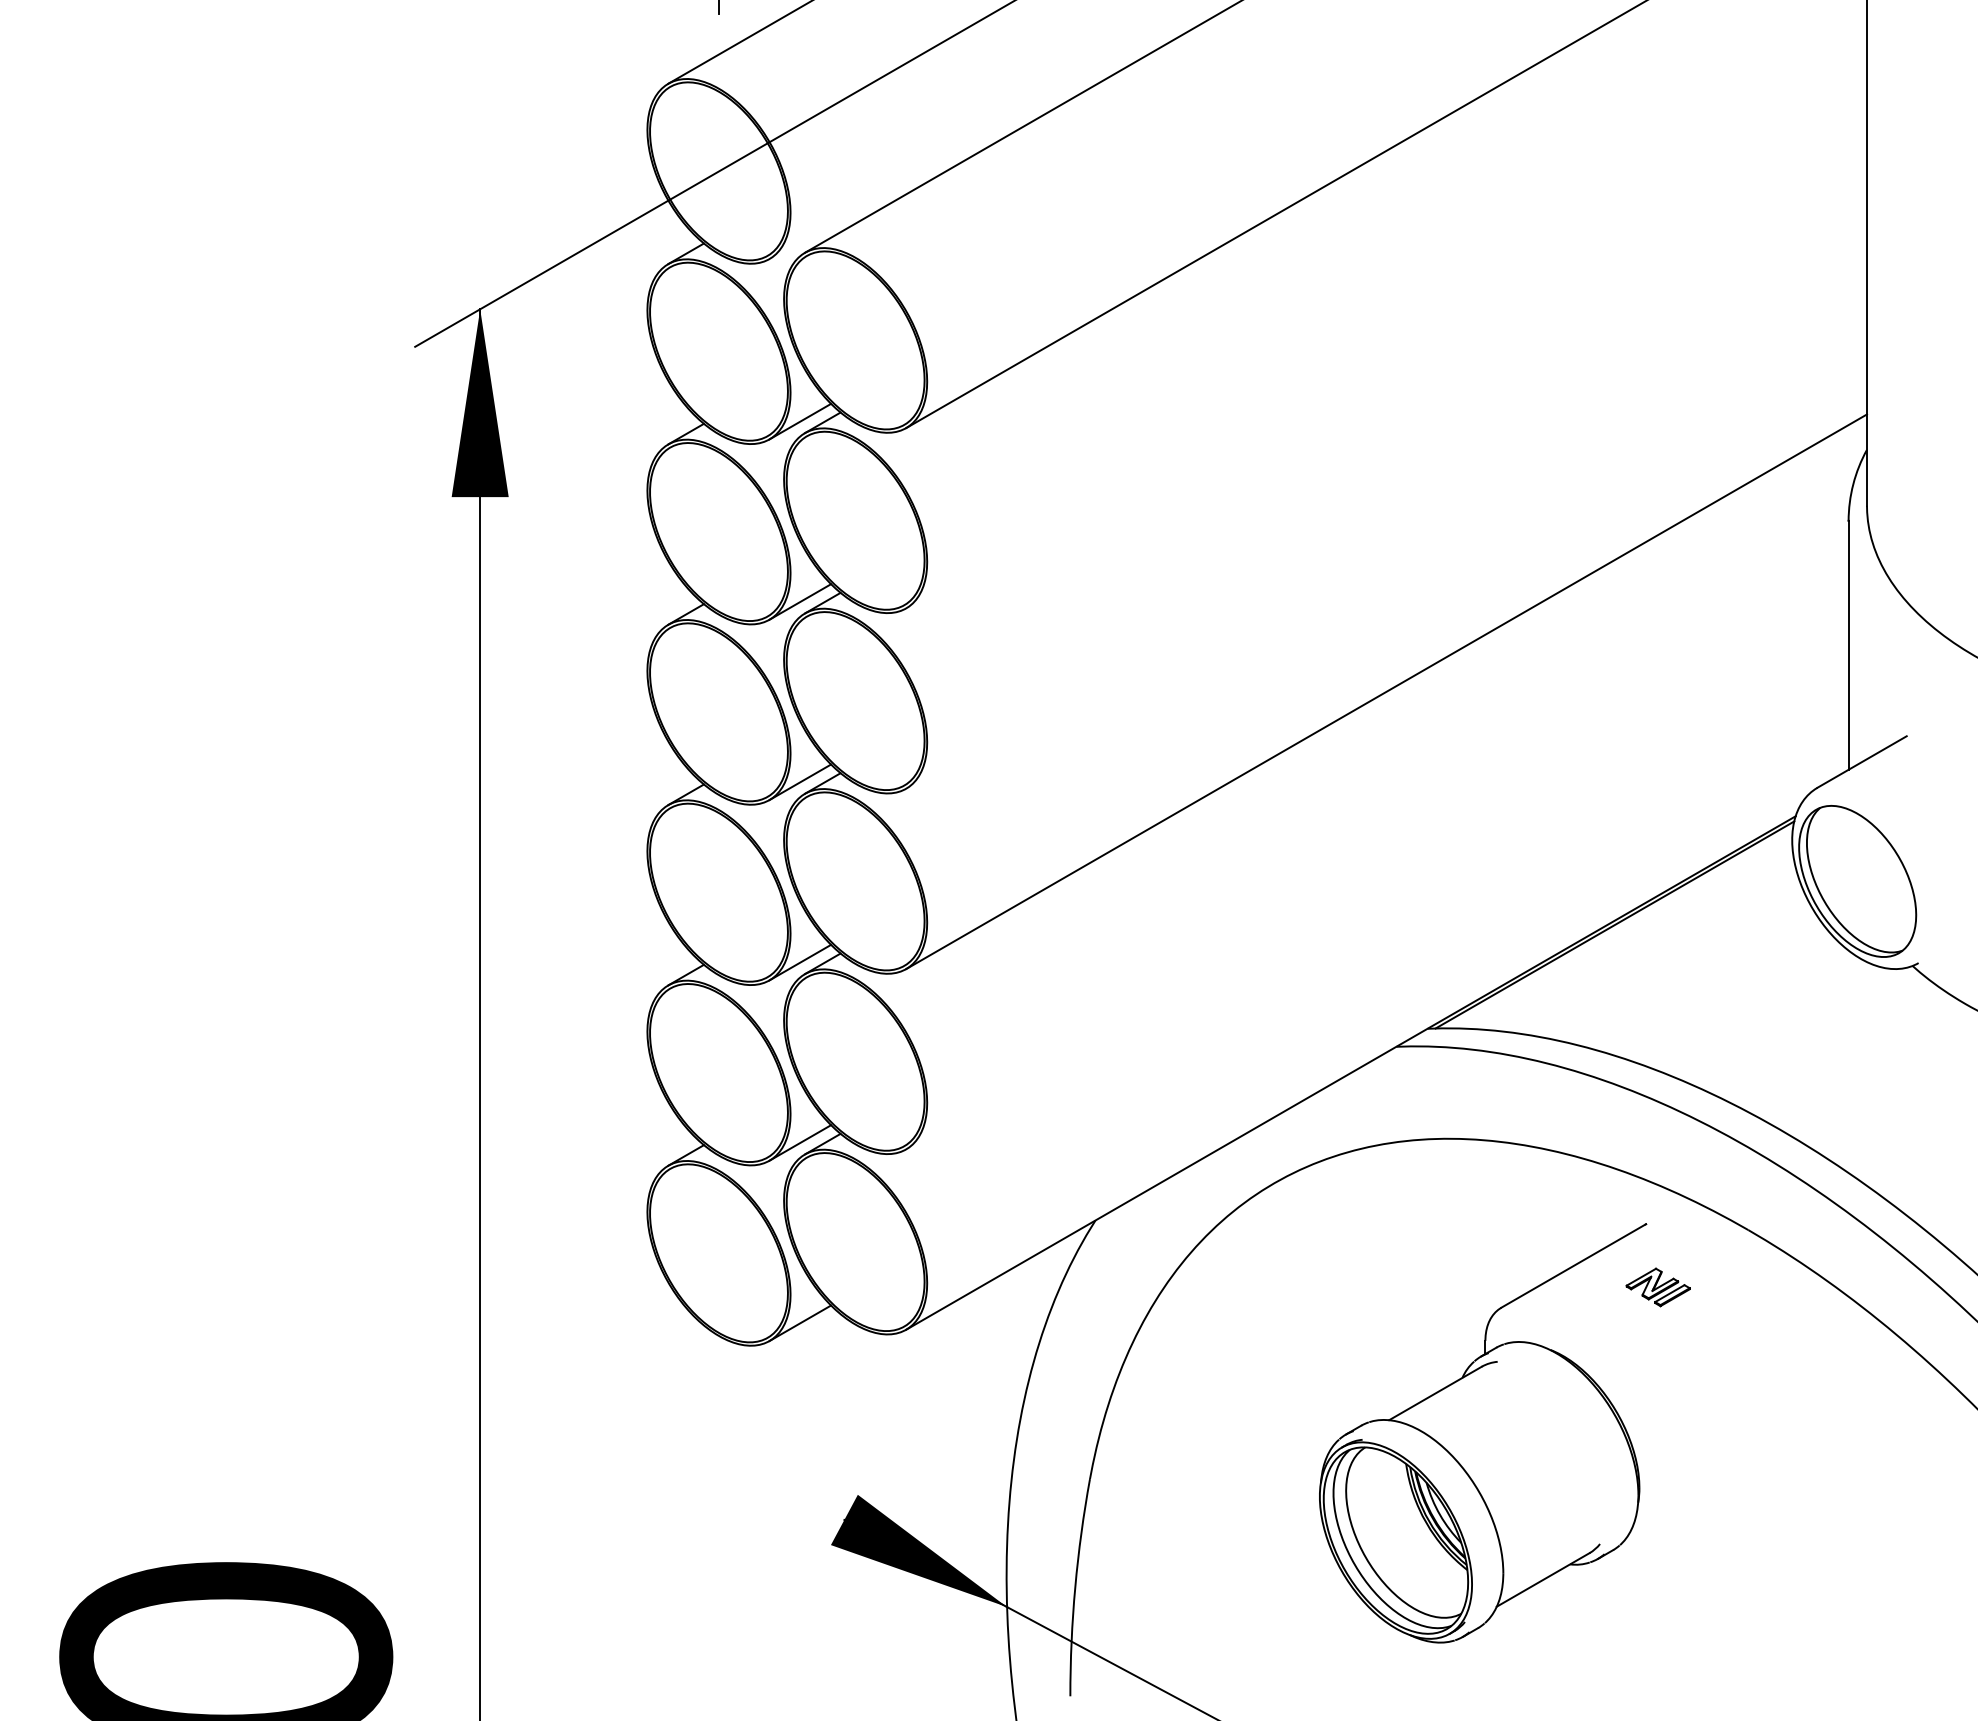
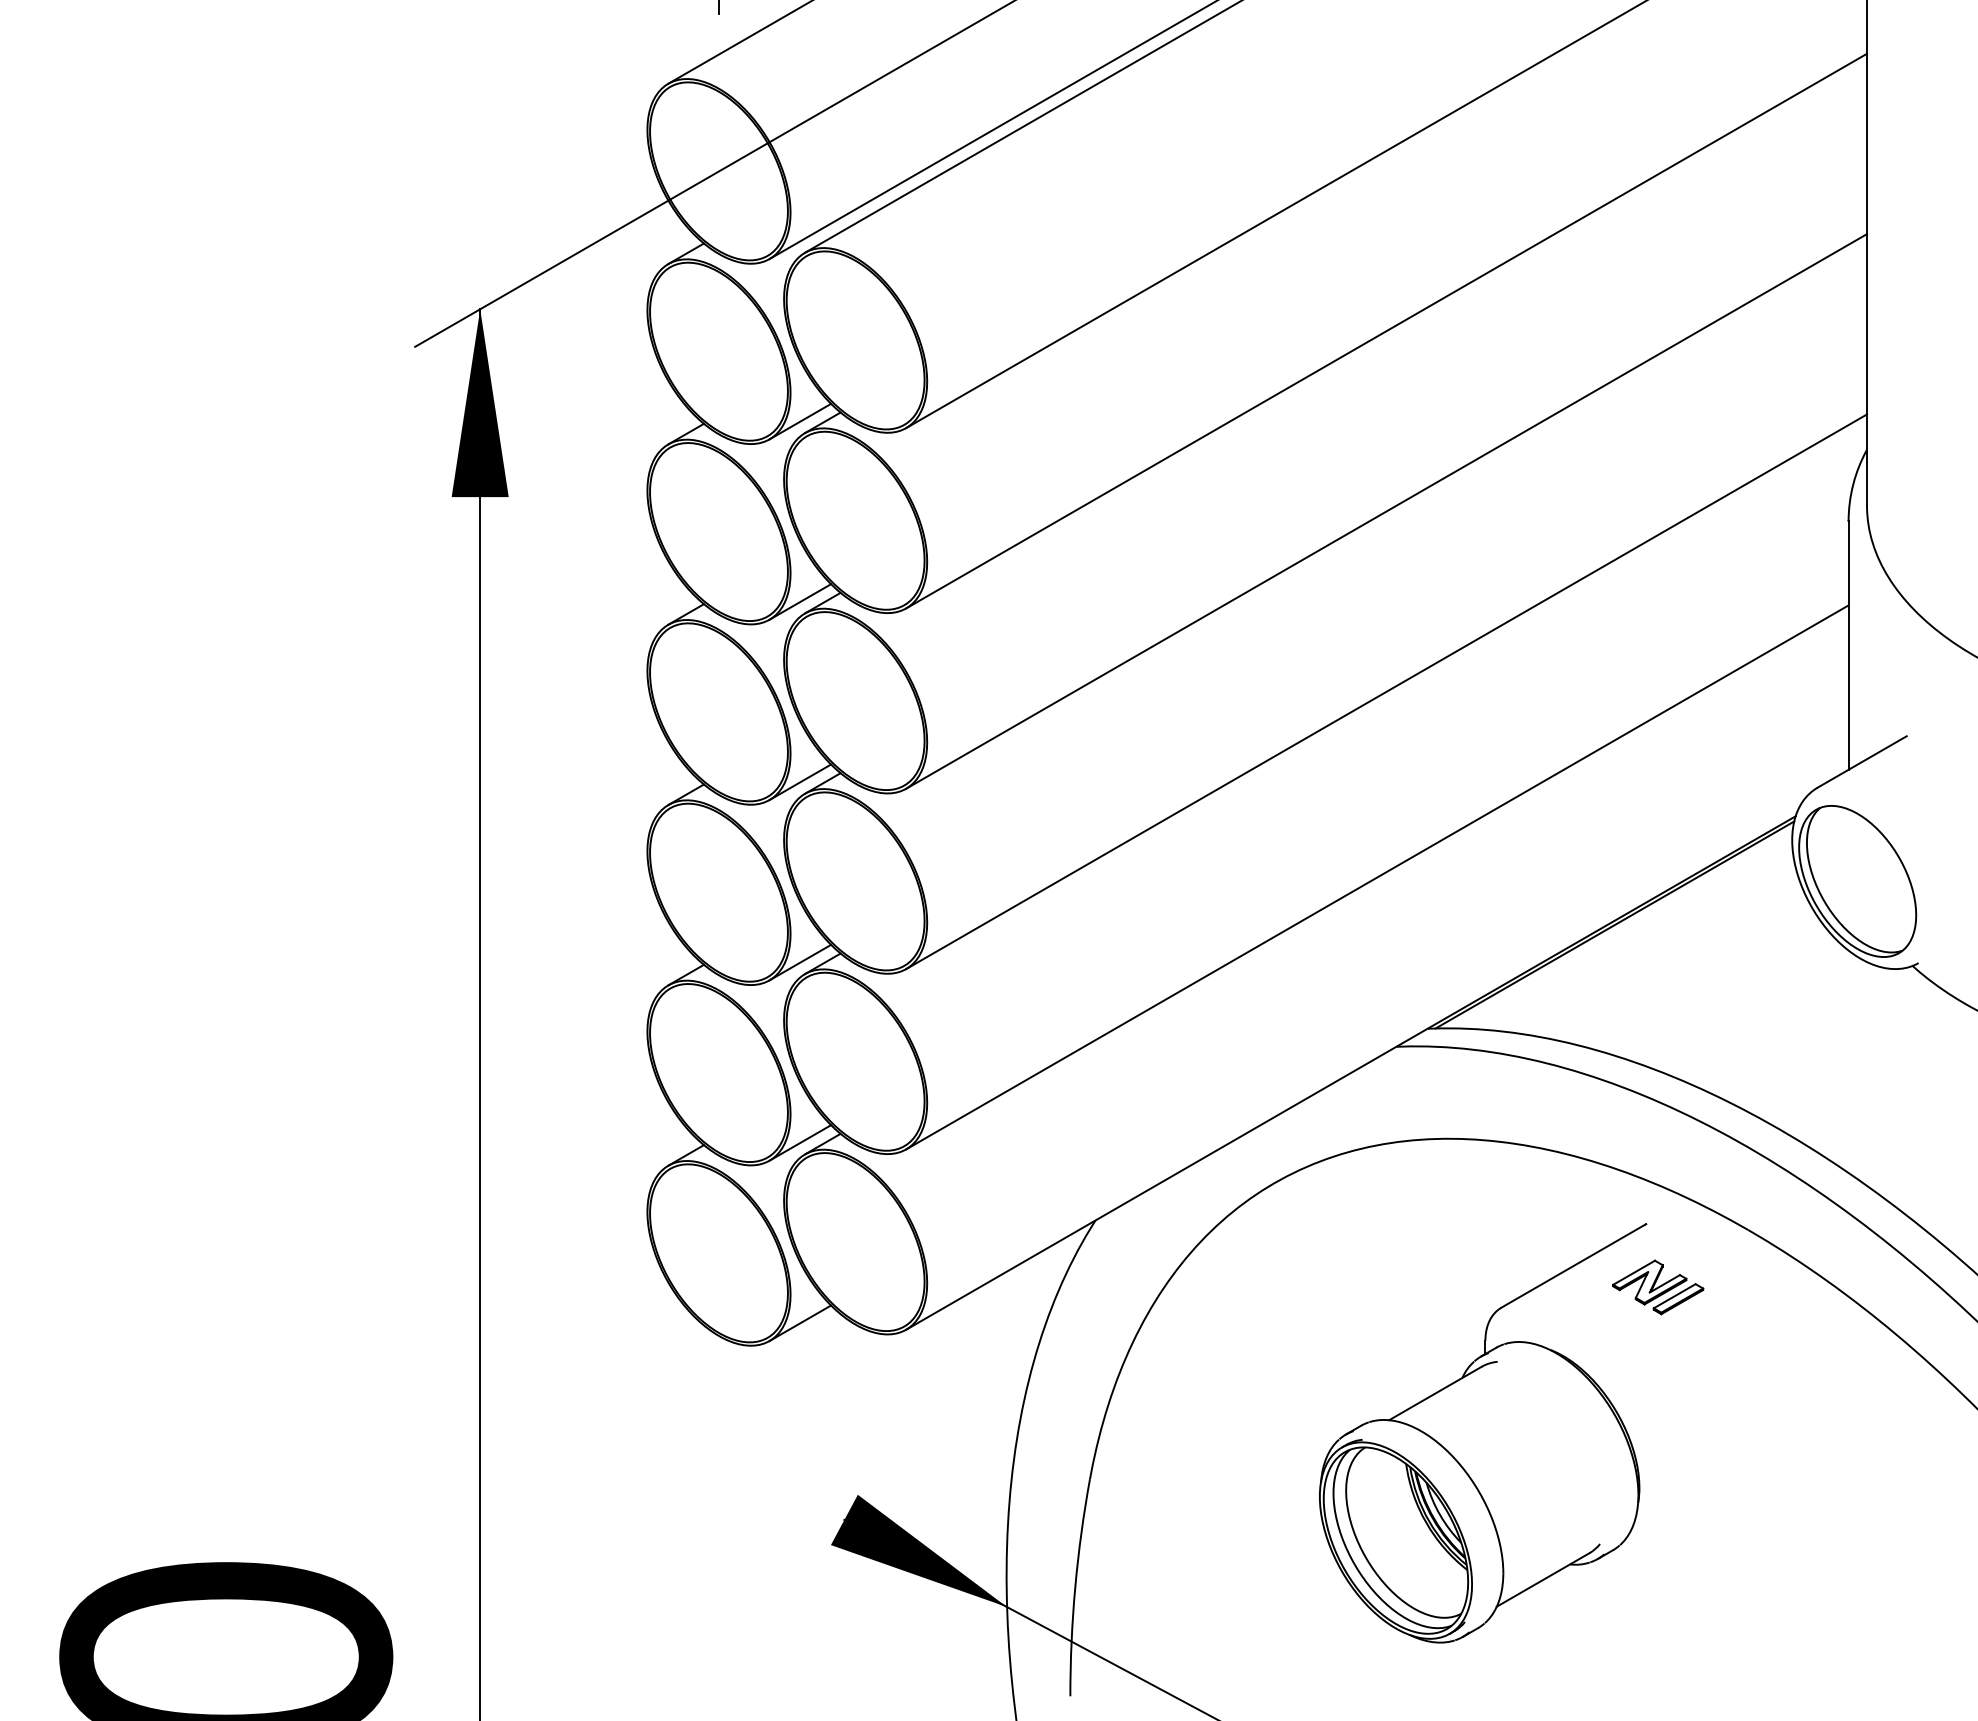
line at (991, 130): none -> present
line at (1386, 330): none -> present
line at (1386, 511): none -> present
line at (1377, 877): none -> present
part at (1657, 1287) size: 66x41 px -> 93x57 px
